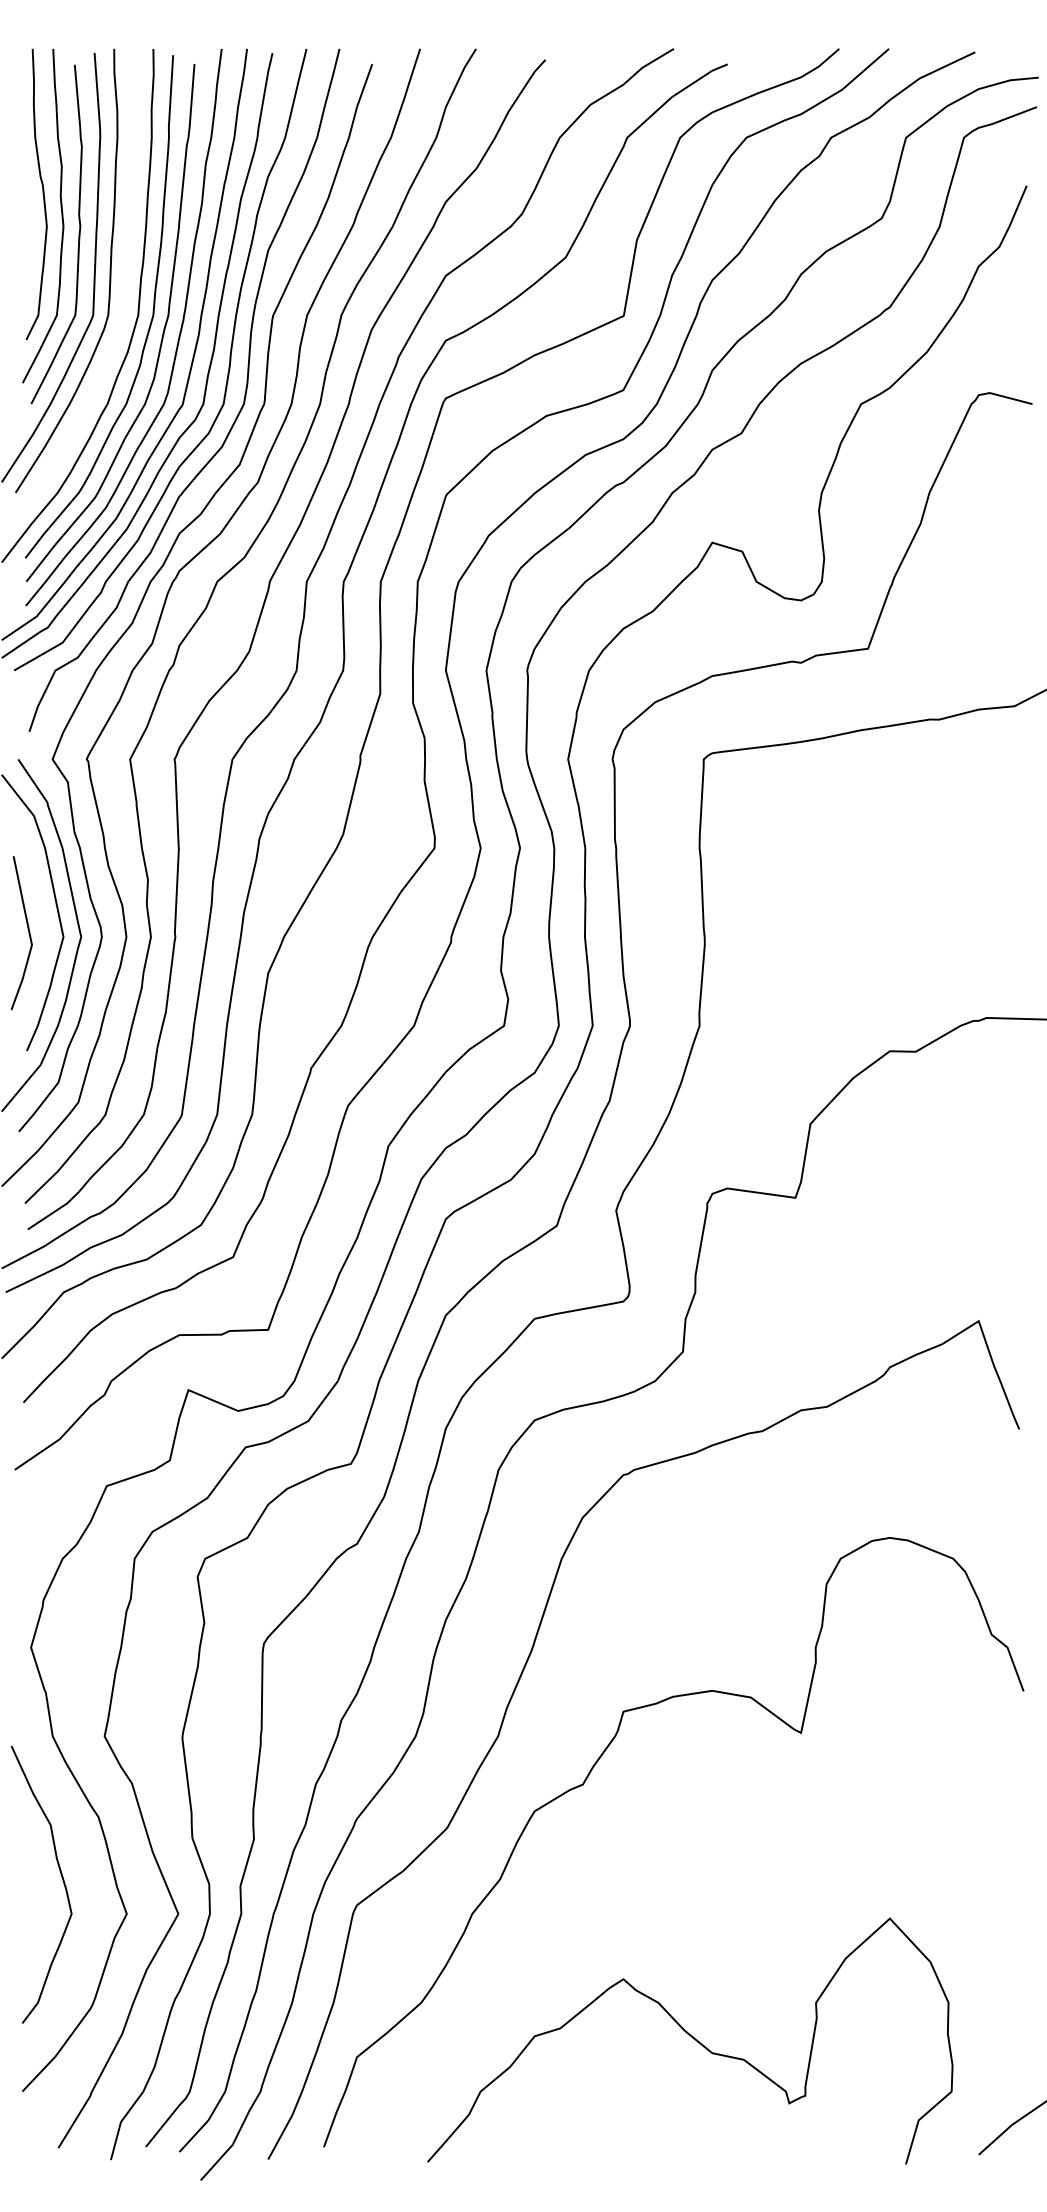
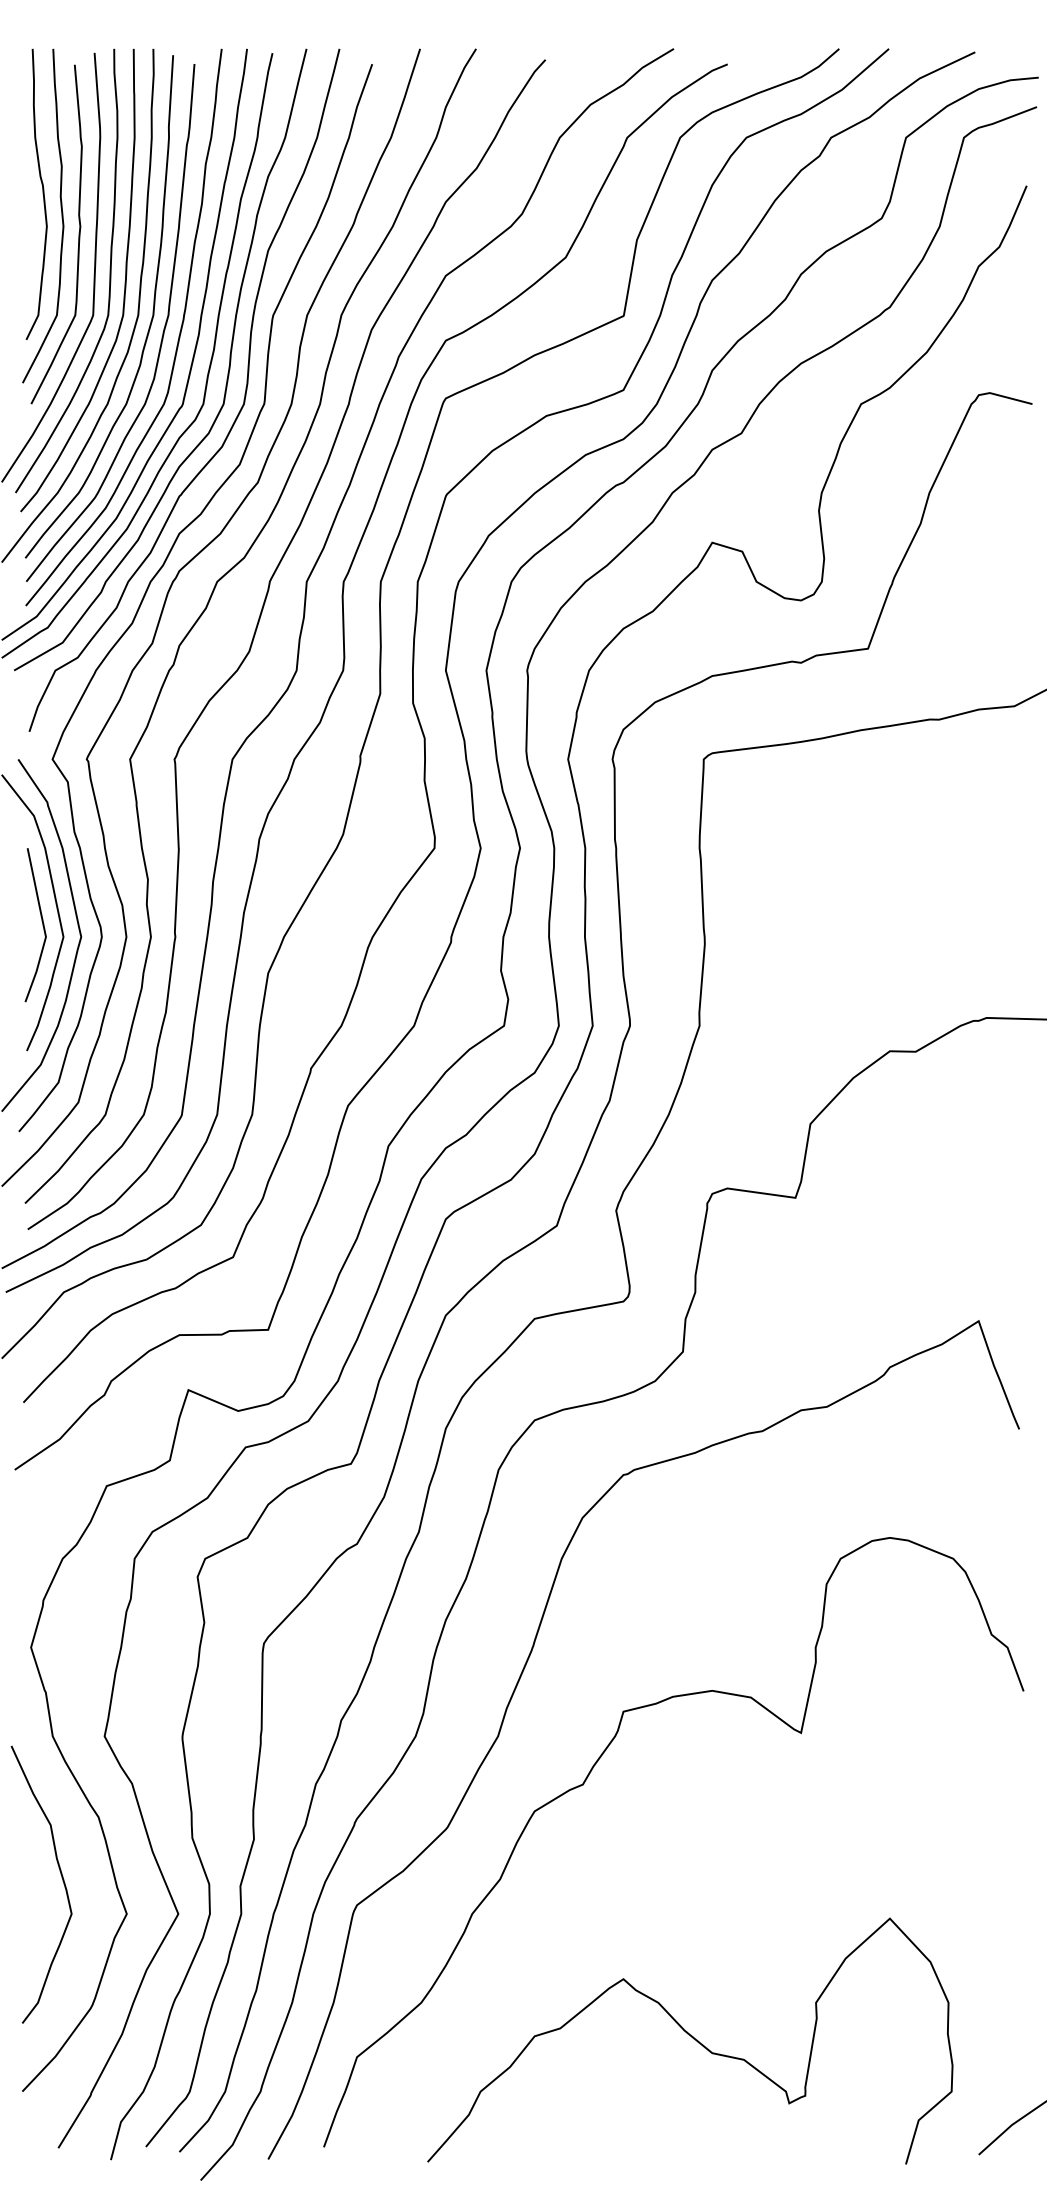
curve at (124, 281): none -> present
curve at (28, 933) position: (28, 933) -> (42, 925)
